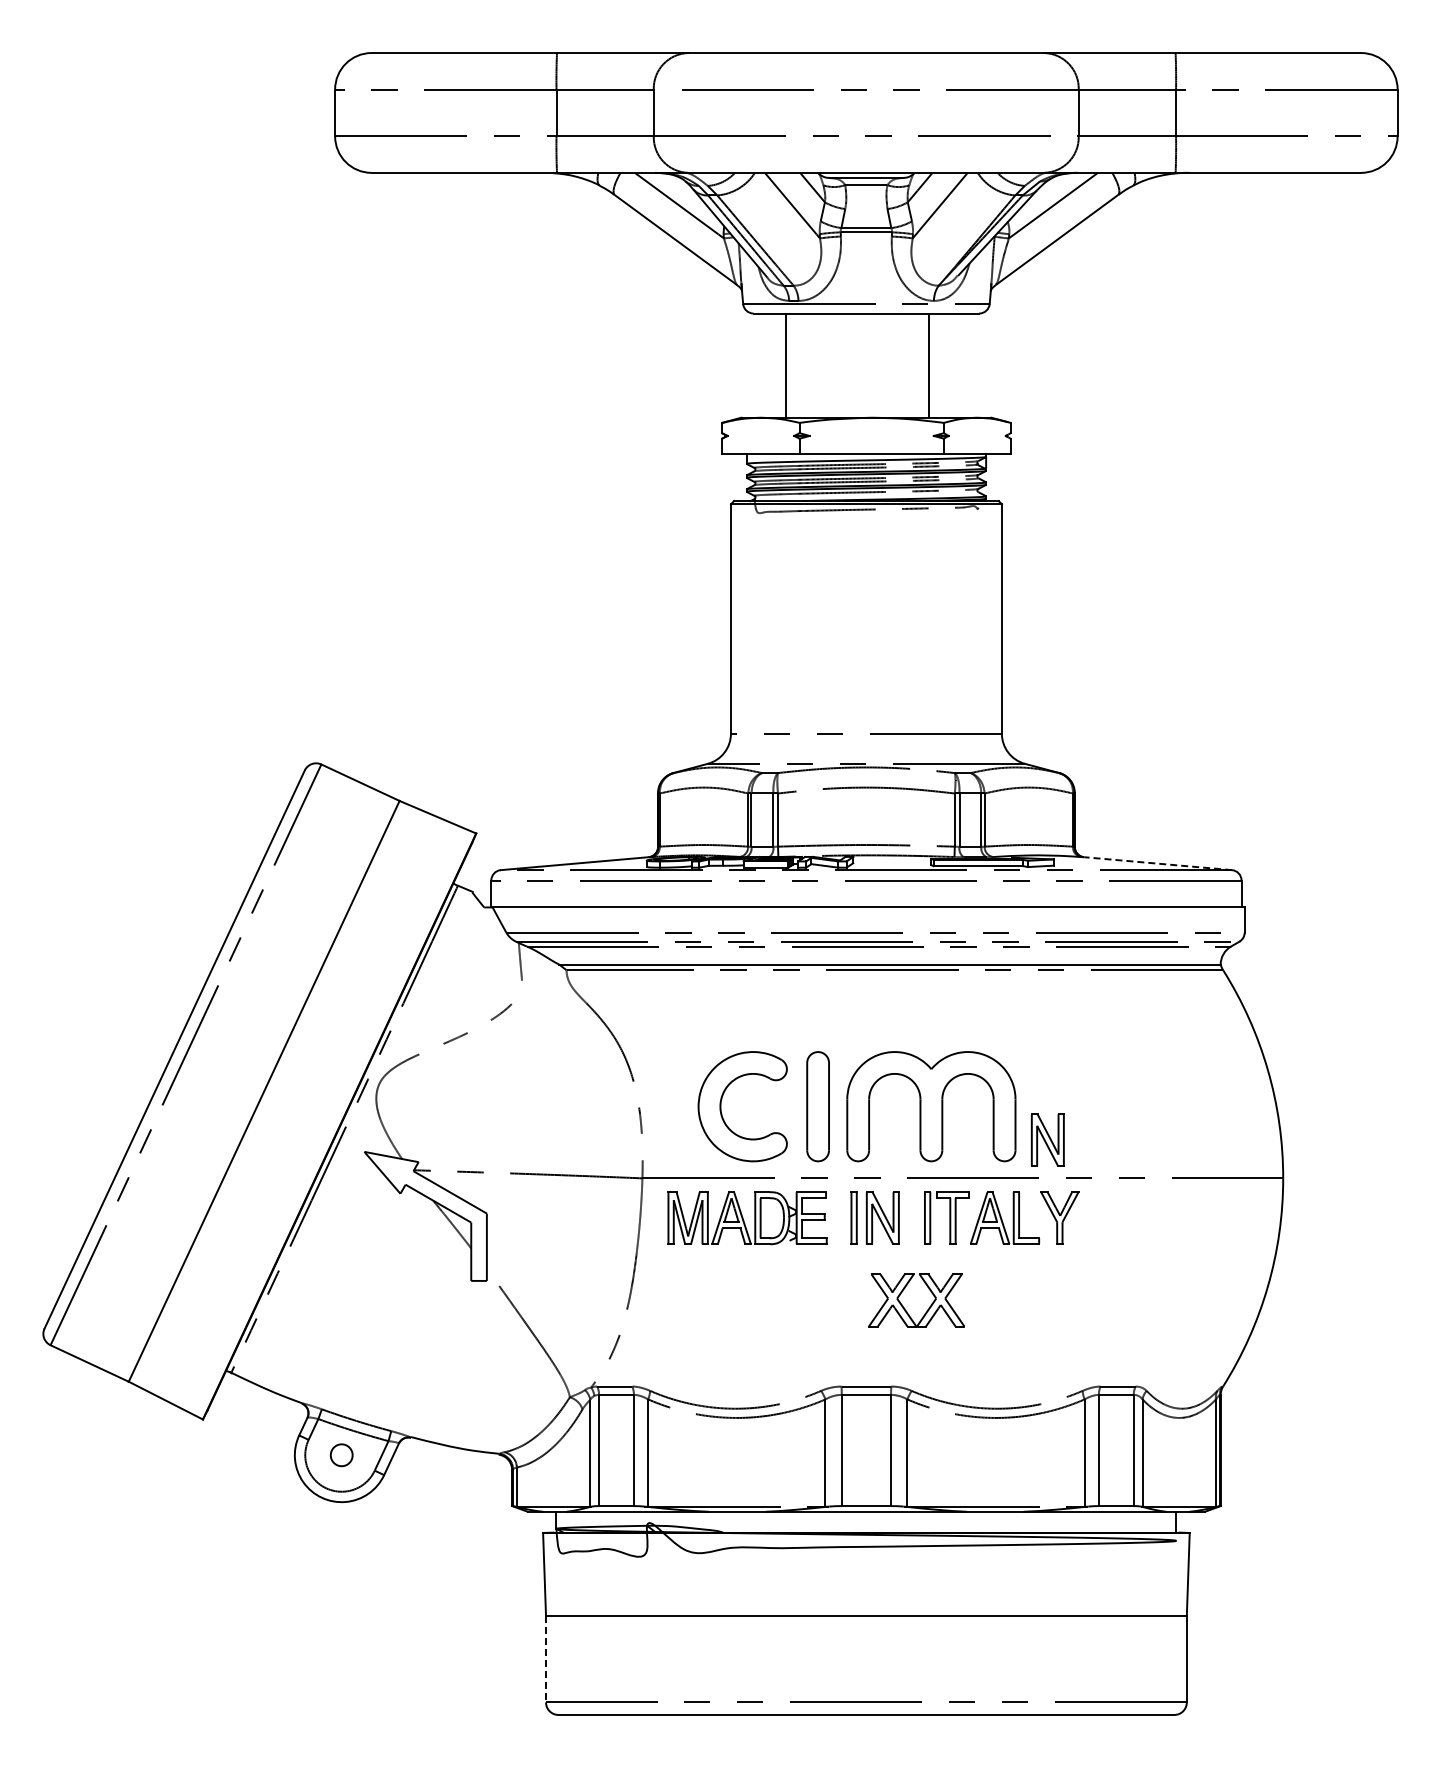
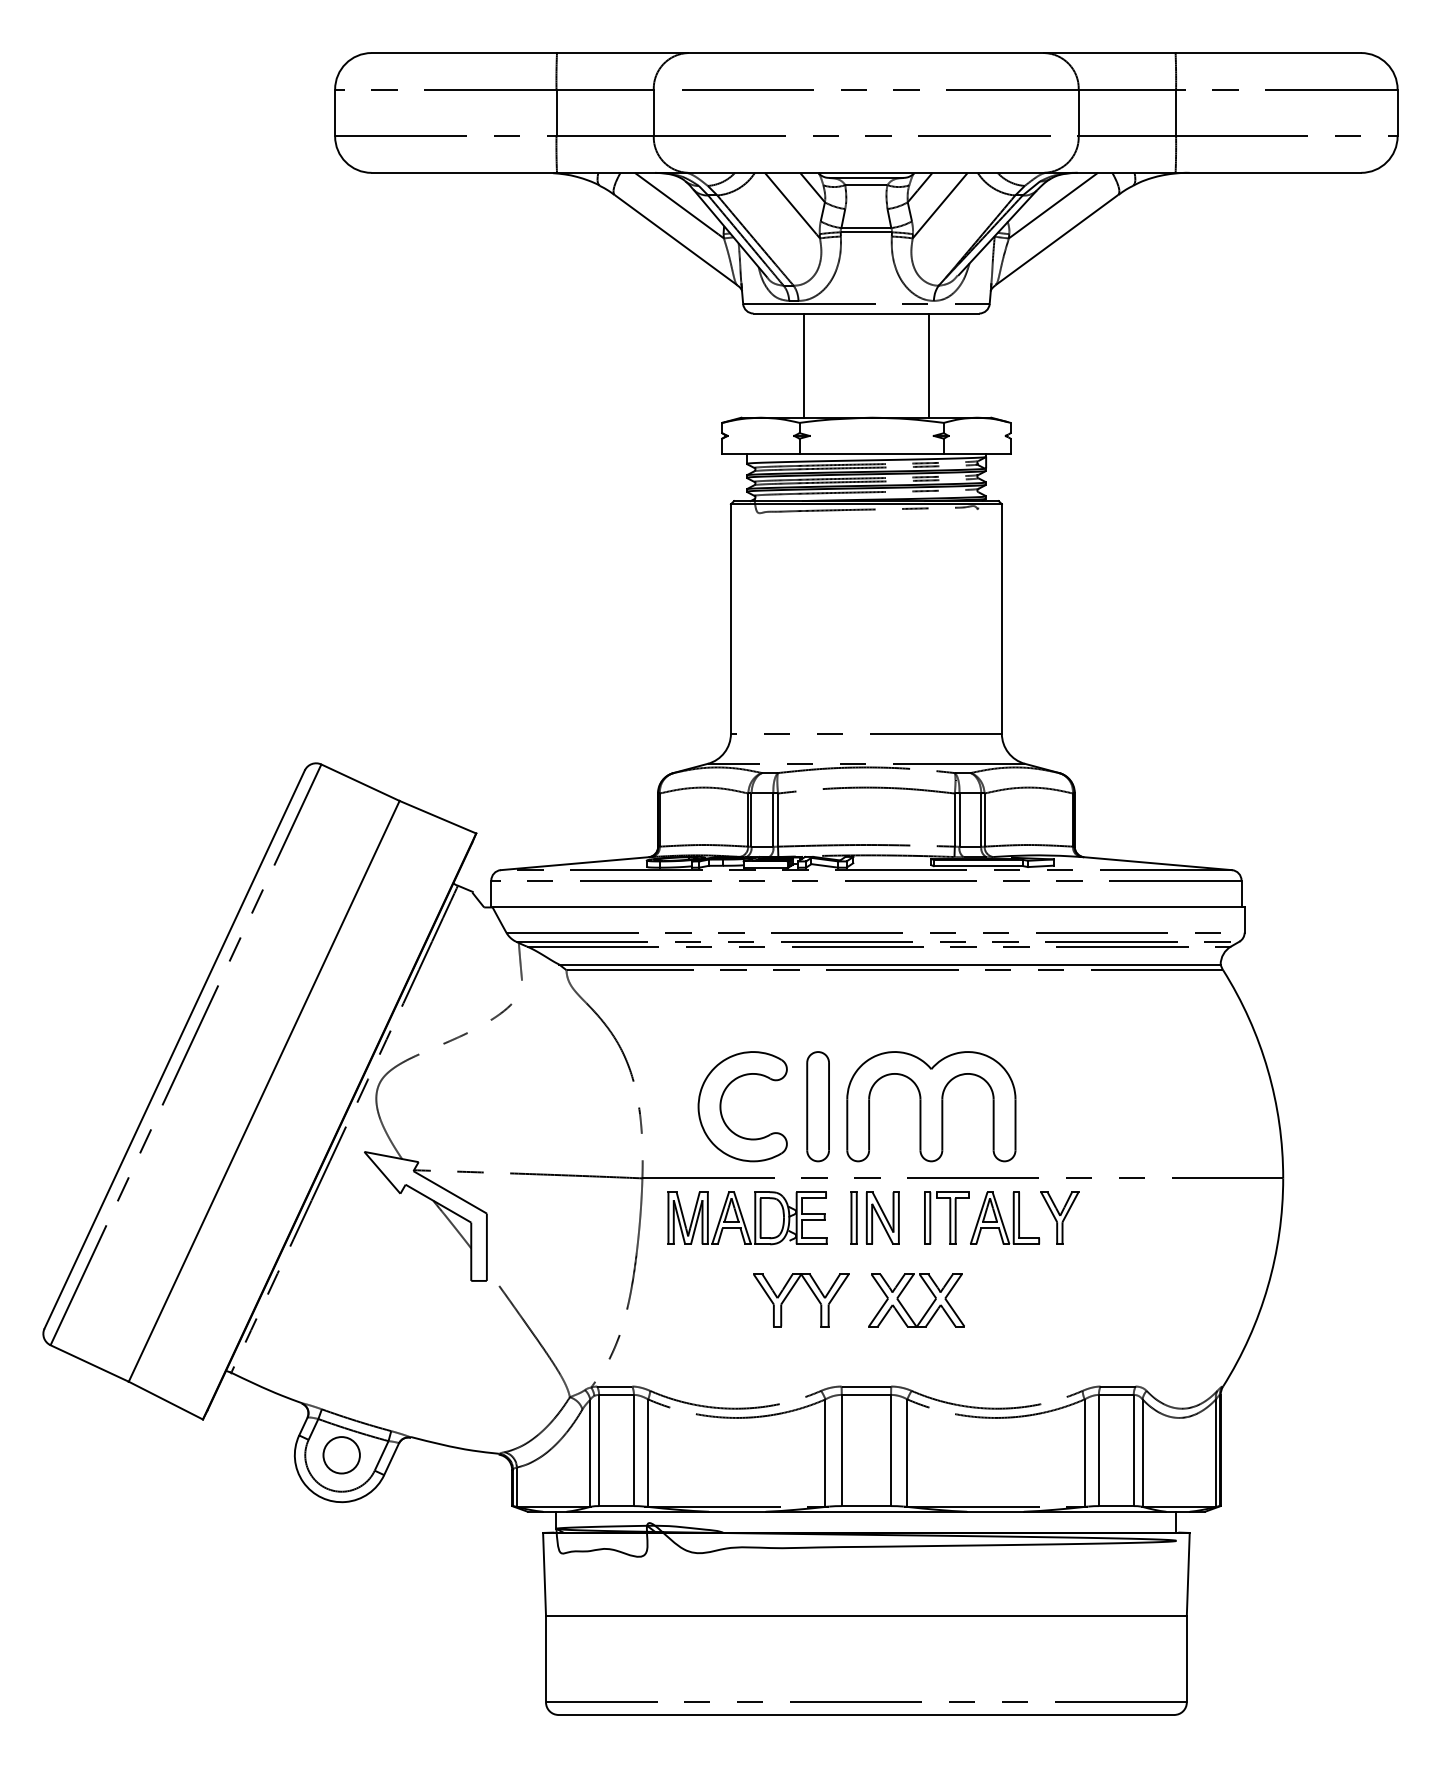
line at (785, 365) position: (785, 365) -> (803, 365)
line at (1157, 863): dashed -> solid
part at (1047, 1139): present -> none
part at (812, 1293): none -> present
circle at (341, 1455) diameter: 22 px -> 36 px
line at (546, 1659): dashed -> solid
